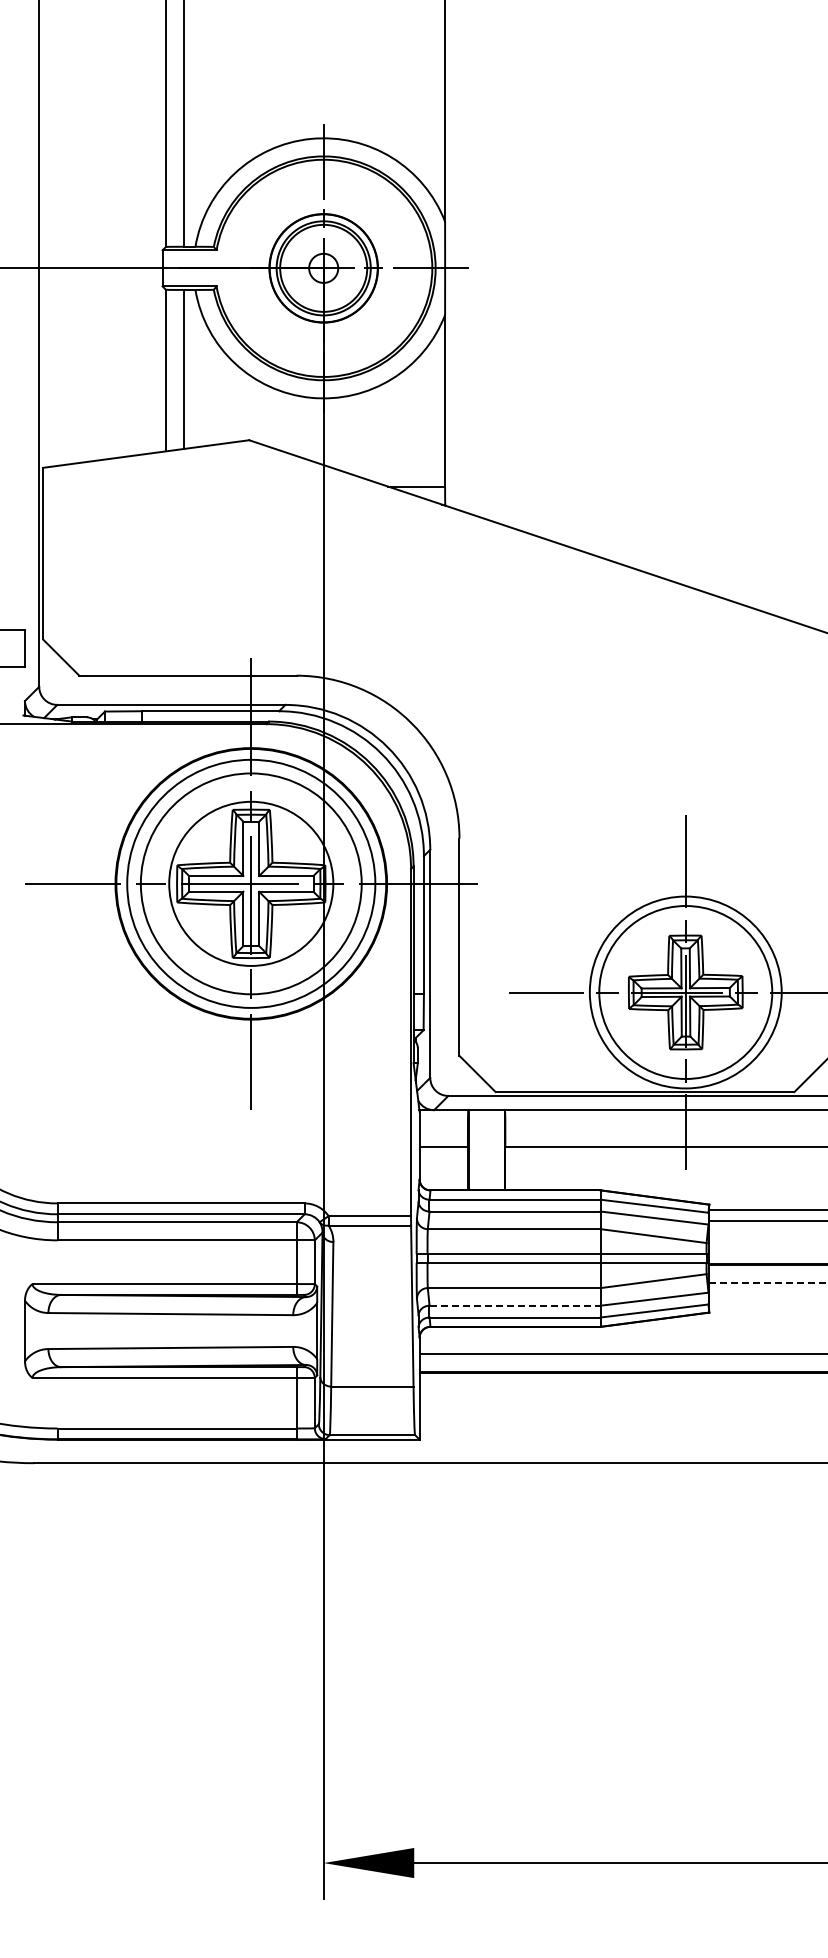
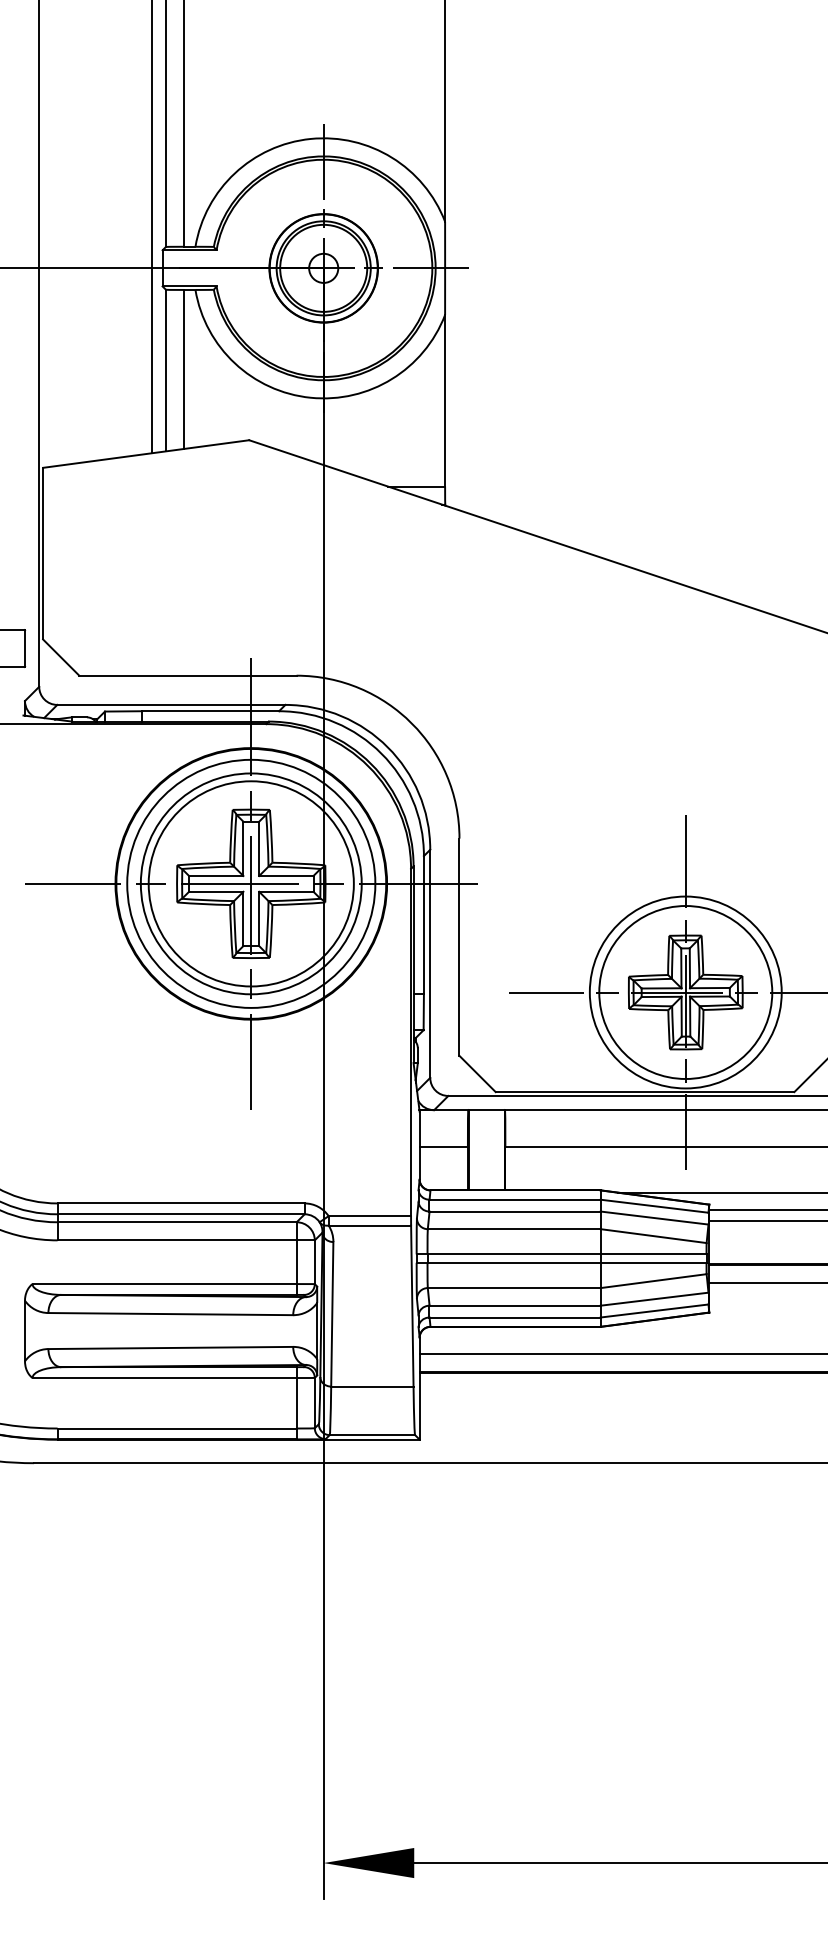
line at (151, 227): none -> present
circle at (251, 883) diameter: 164 px -> 205 px
line at (721, 1192): none -> present
line at (768, 1282): dashed -> solid
line at (515, 1305): dashed -> solid
